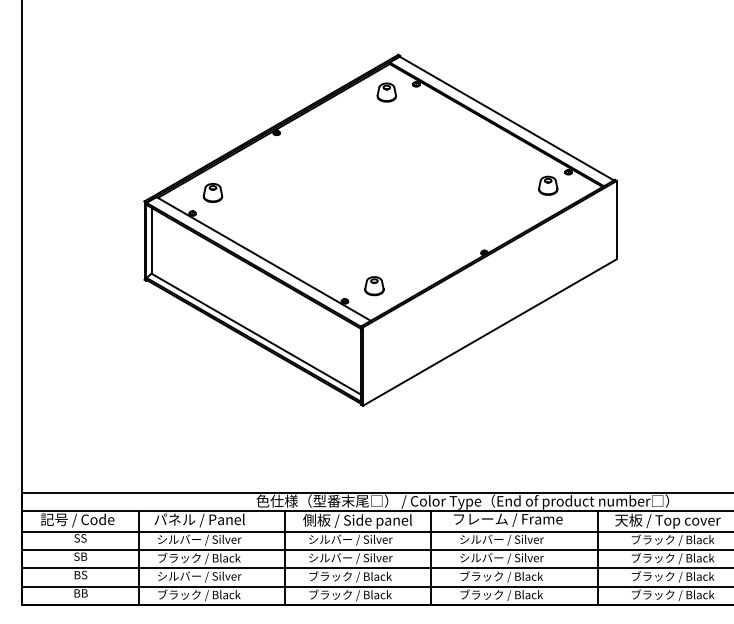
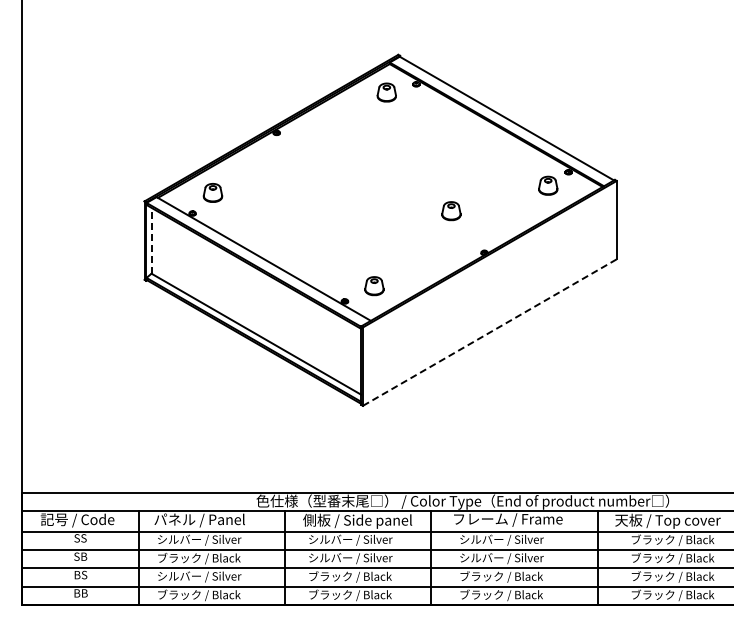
part at (451, 211): none -> present
line at (151, 240): solid -> dashed
line at (489, 332): solid -> dashed
